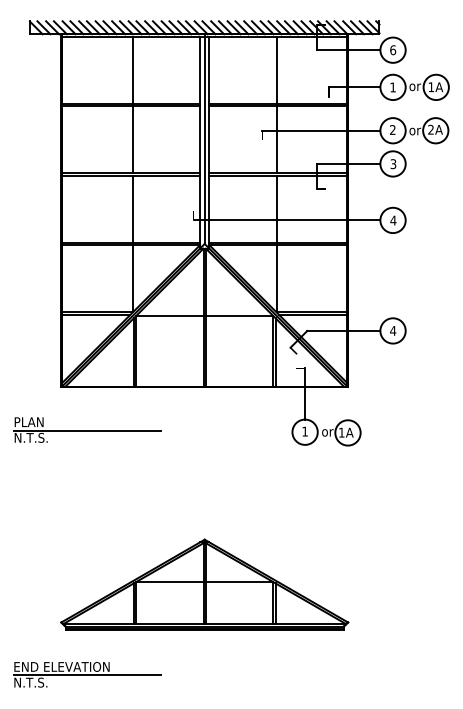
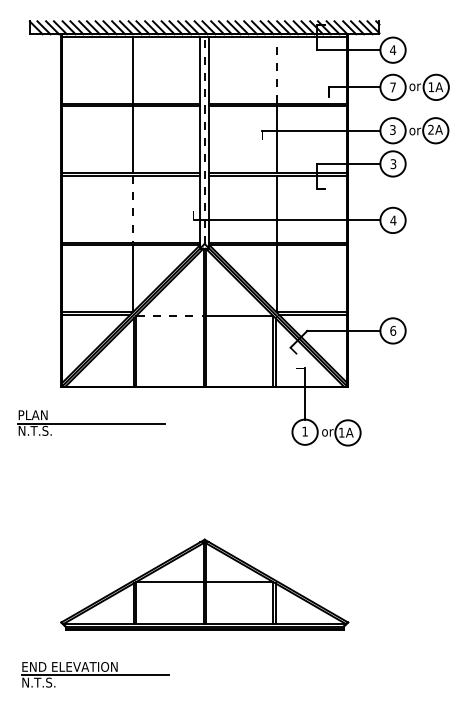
text at (393, 50): 6 -> 4
line at (276, 69): solid -> dashed
text at (392, 87): 1 -> 7
text at (392, 129): 2 -> 3
line at (204, 139): solid -> dashed
line at (132, 209): solid -> dashed
line at (169, 315): solid -> dashed
text at (393, 330): 4 -> 6
part at (87, 429) position: (87, 429) -> (91, 422)
part at (87, 674) position: (87, 674) -> (95, 674)
